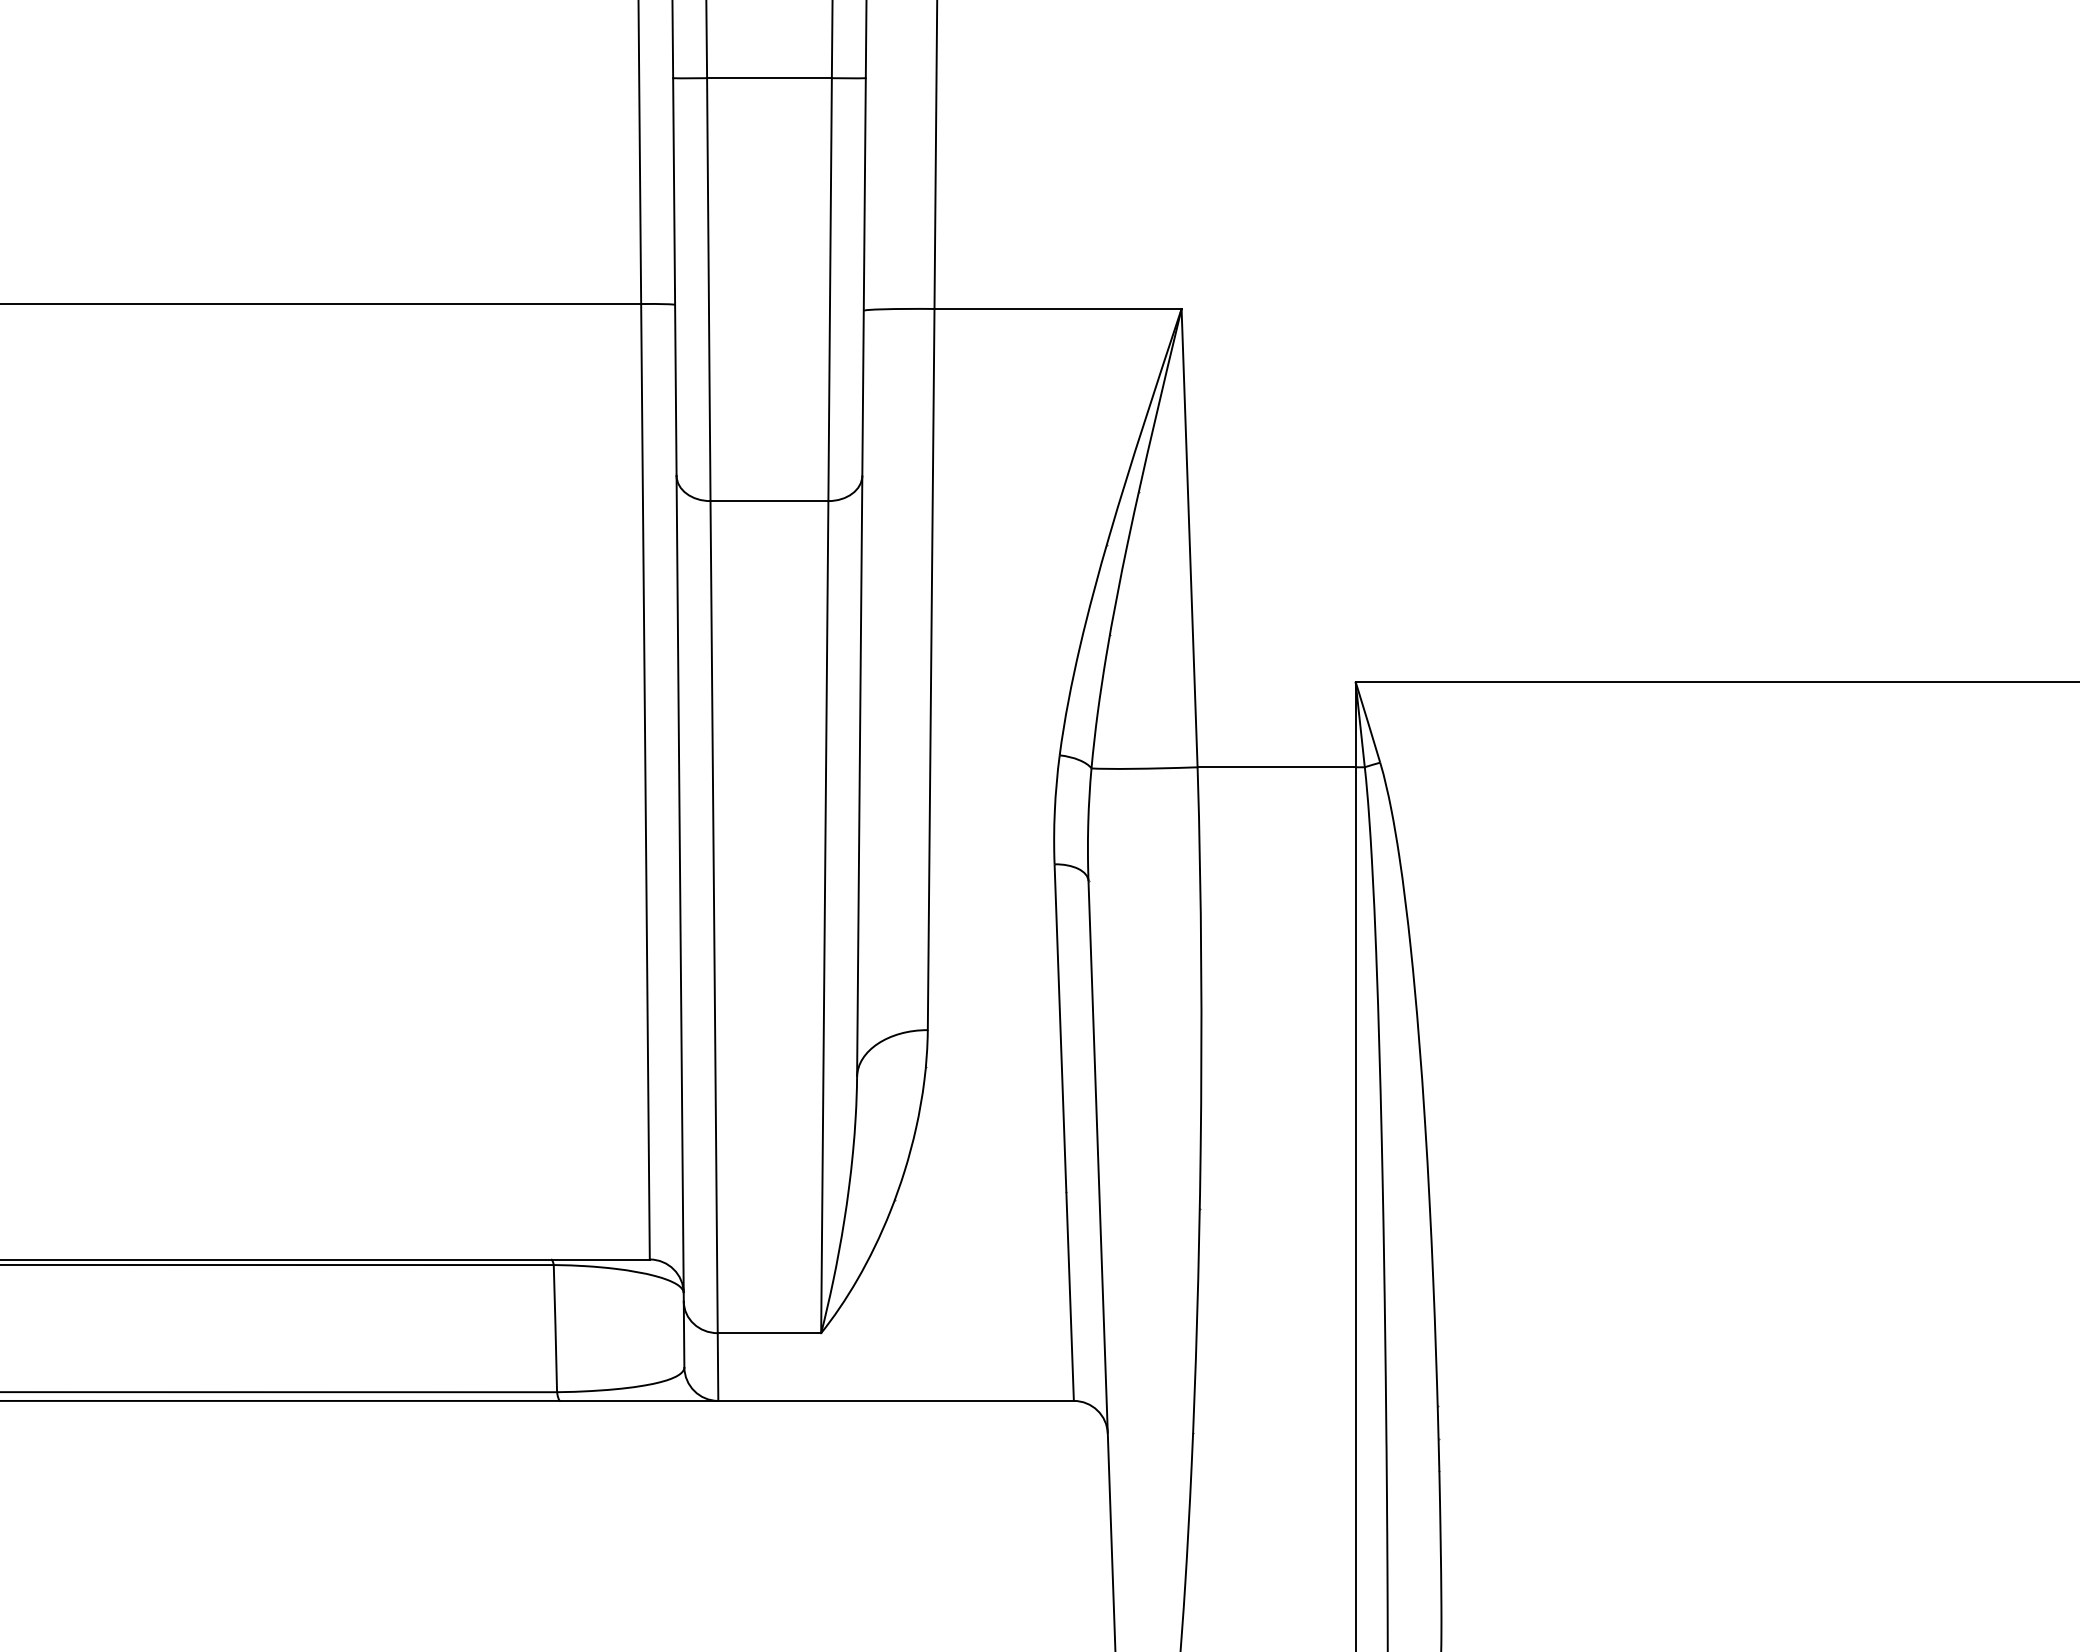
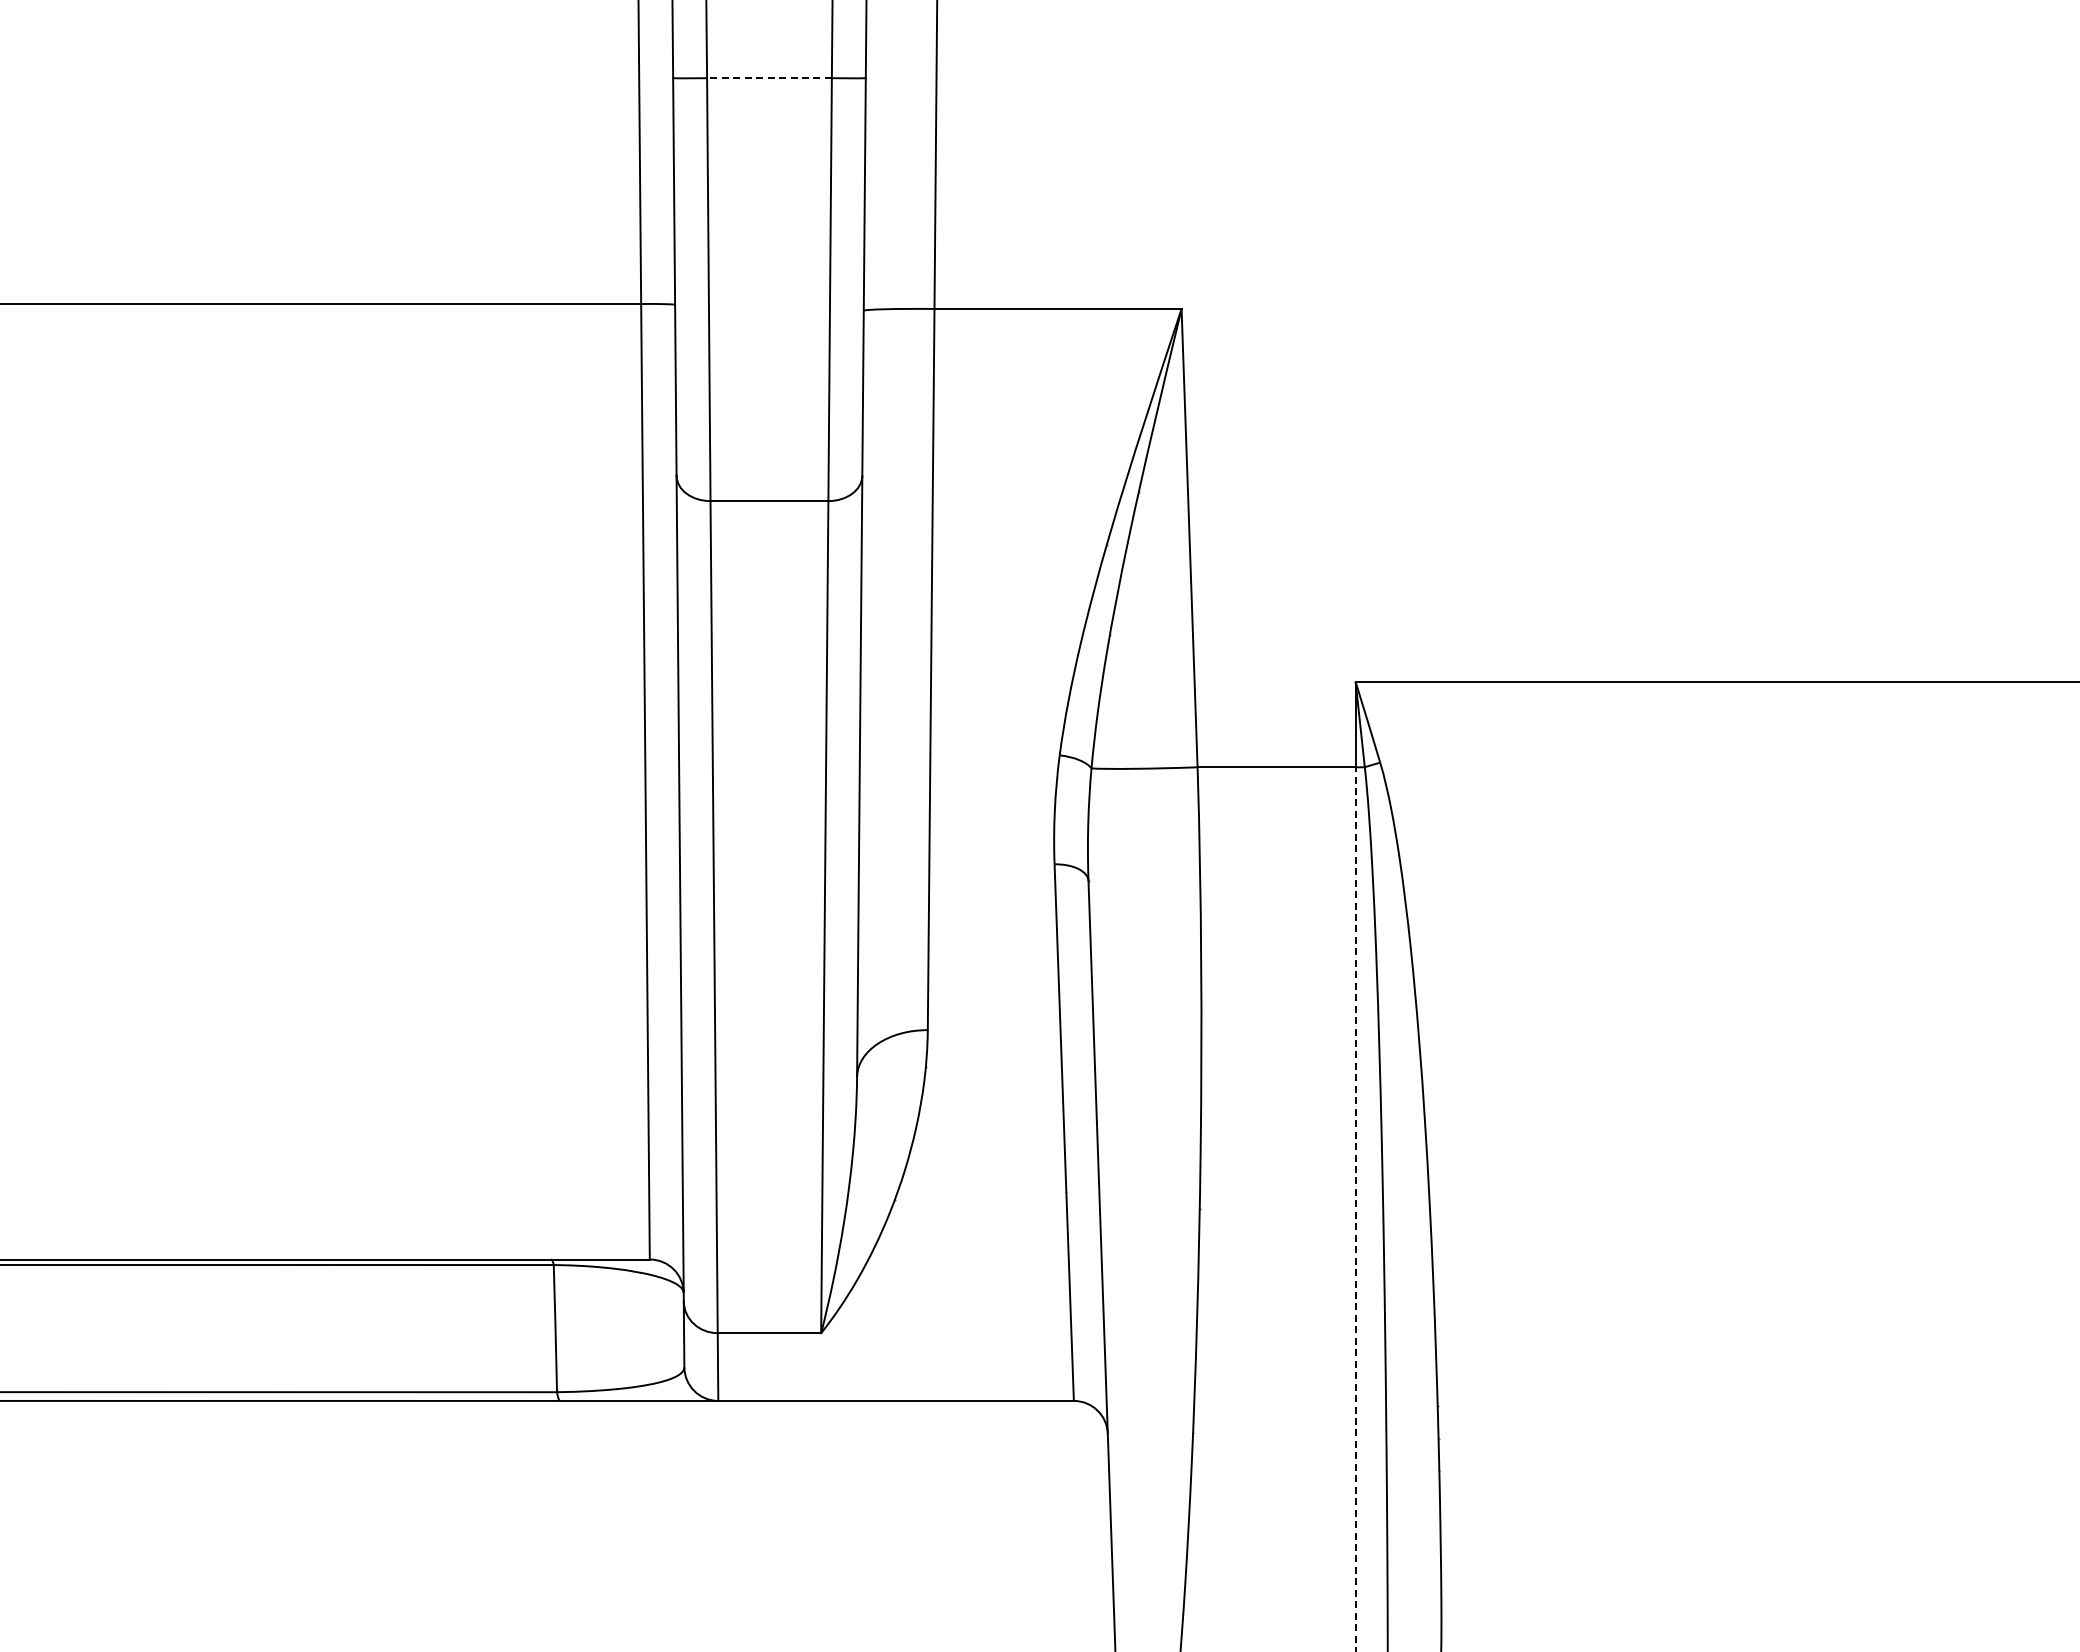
line at (768, 78): solid -> dashed
line at (1355, 1209): solid -> dashed
